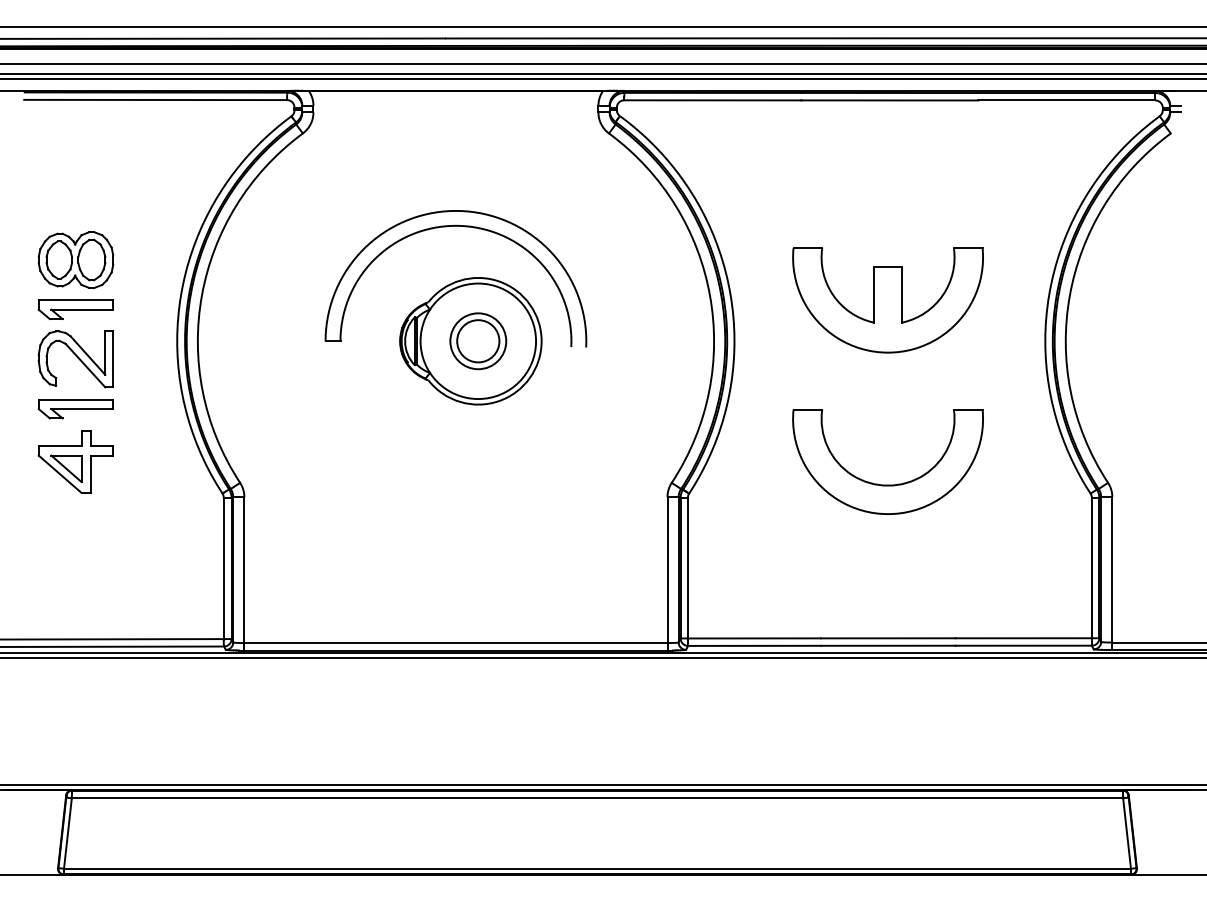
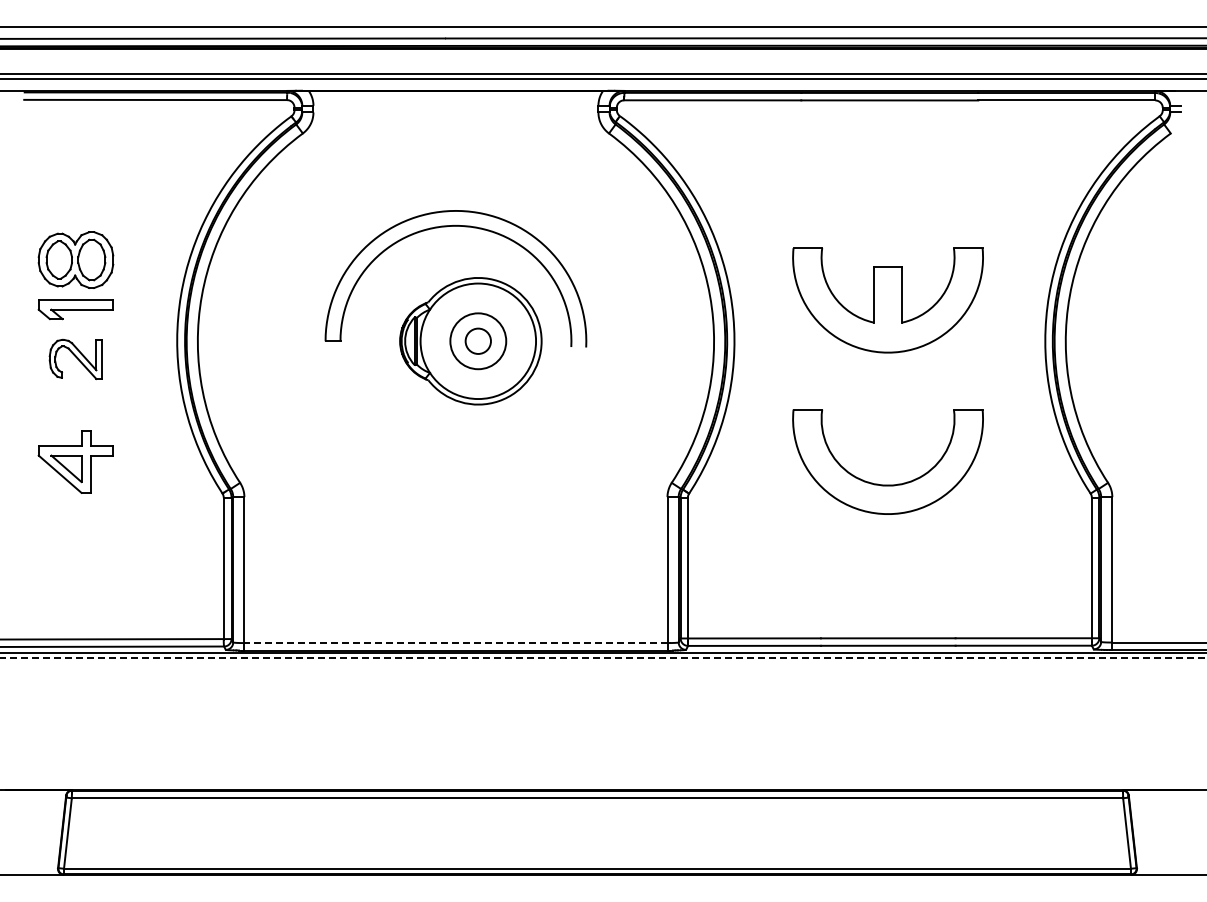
line at (602, 63): present -> none
circle at (478, 341) diameter: 42 px -> 25 px
part at (75, 359) size: 77x59 px -> 55x43 px
part at (75, 409): present -> none
line at (456, 643): solid -> dashed
line at (603, 658): solid -> dashed
line at (602, 784): present -> none
